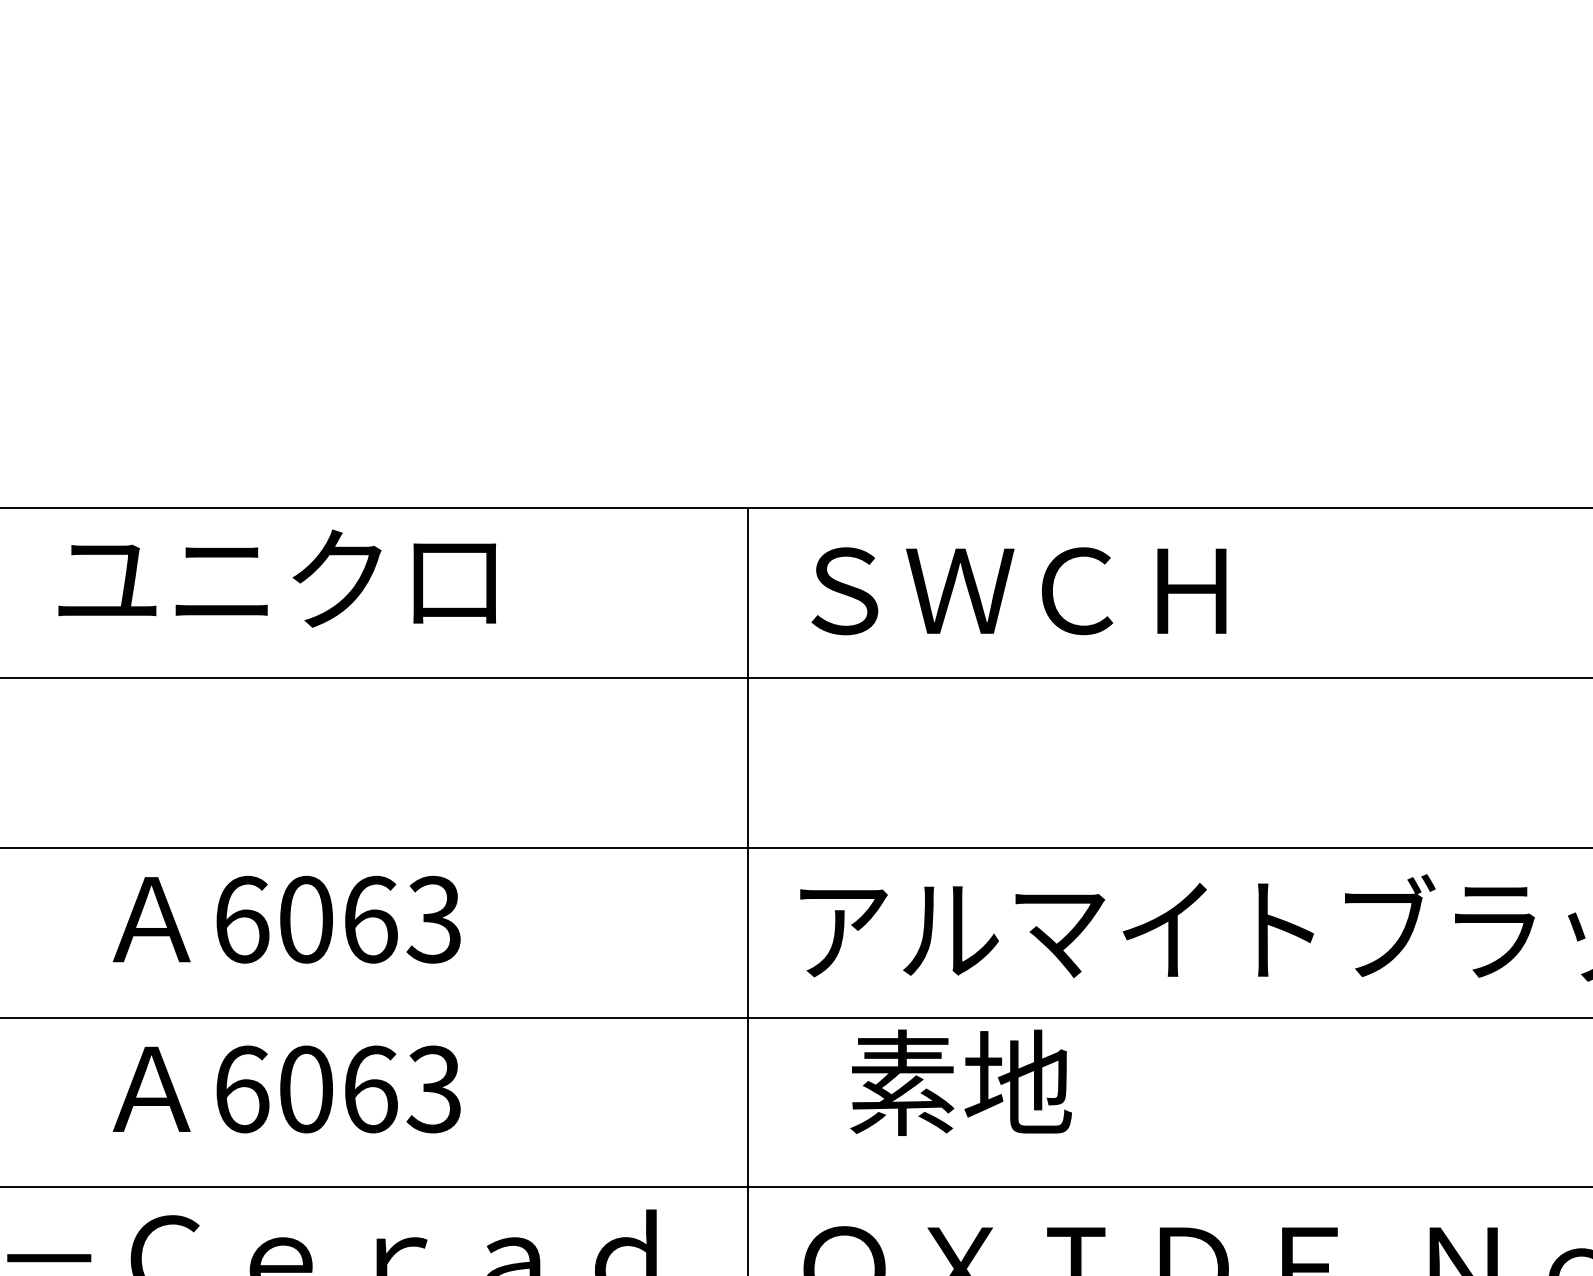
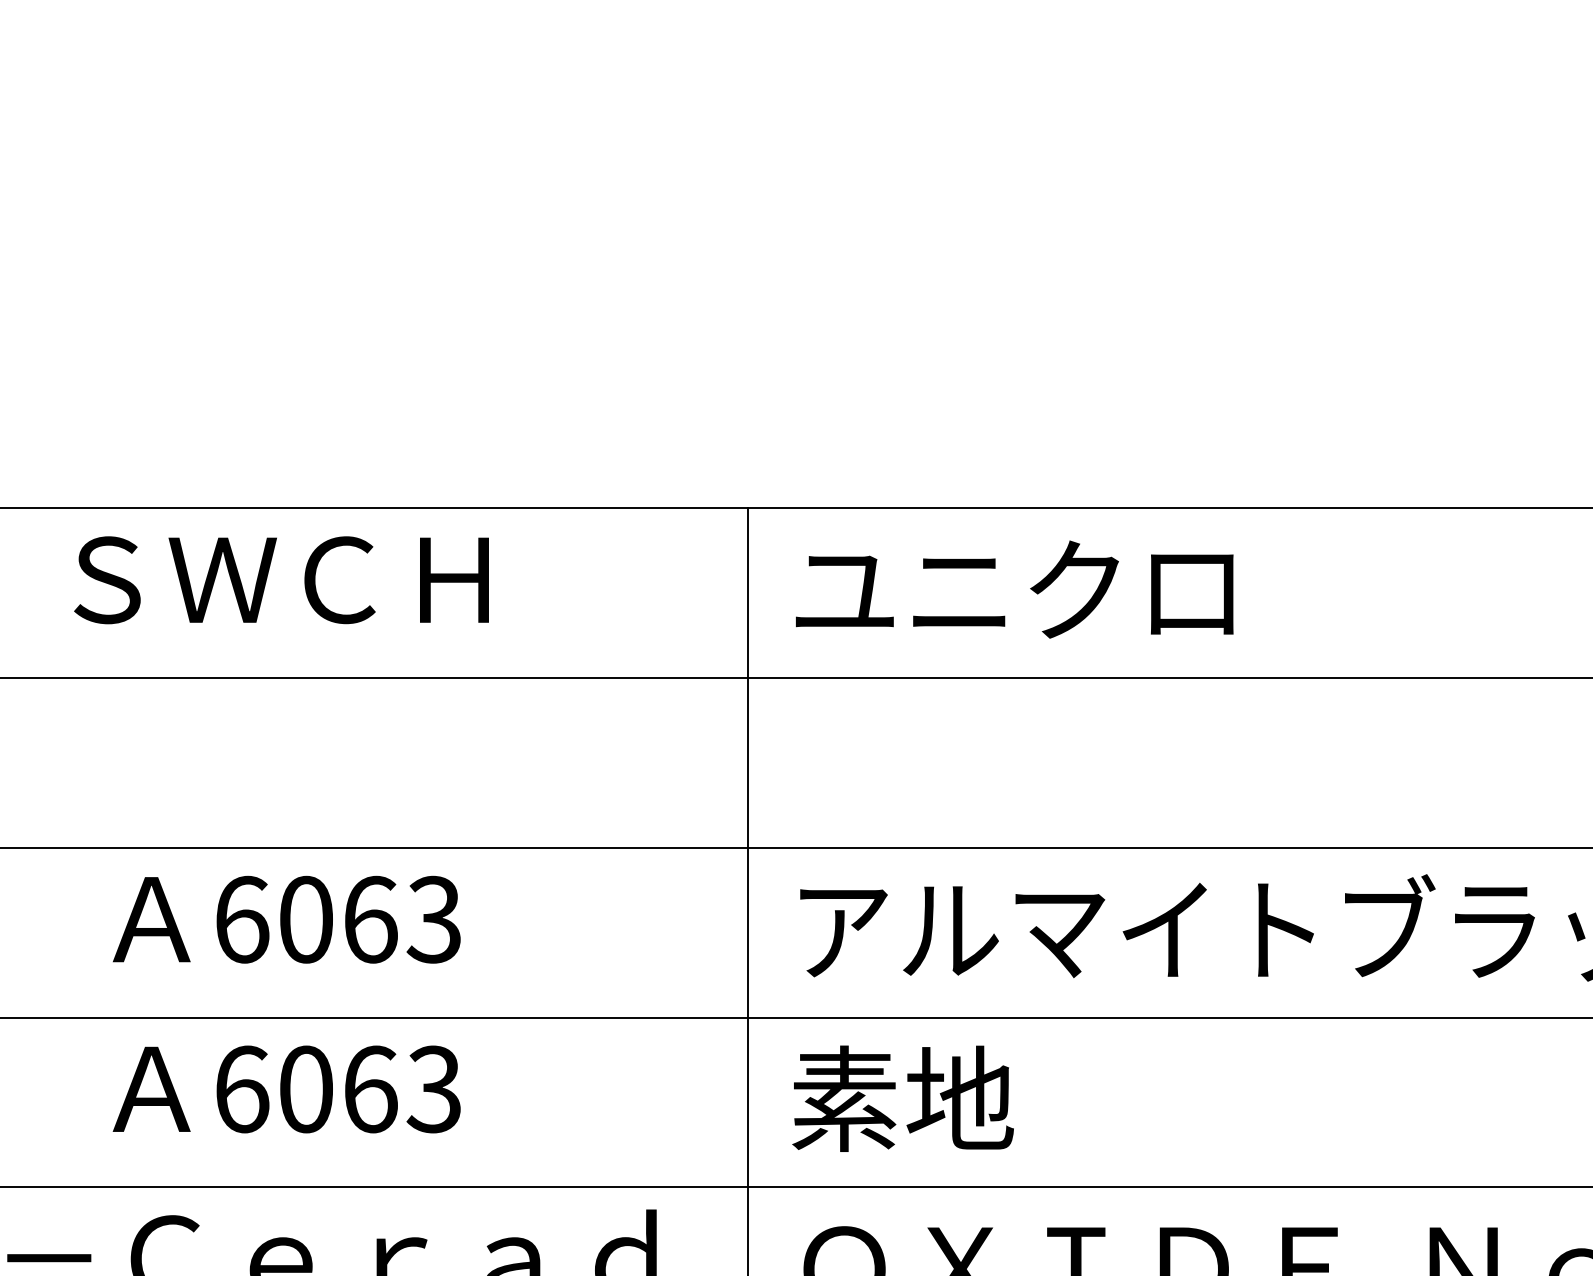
text at (277, 578): ユニクロ -> ＳＷＣＨ
text at (1014, 589): ＳＷＣＨ -> ユニクロ
text at (960, 1082) position: (960, 1082) -> (902, 1098)
